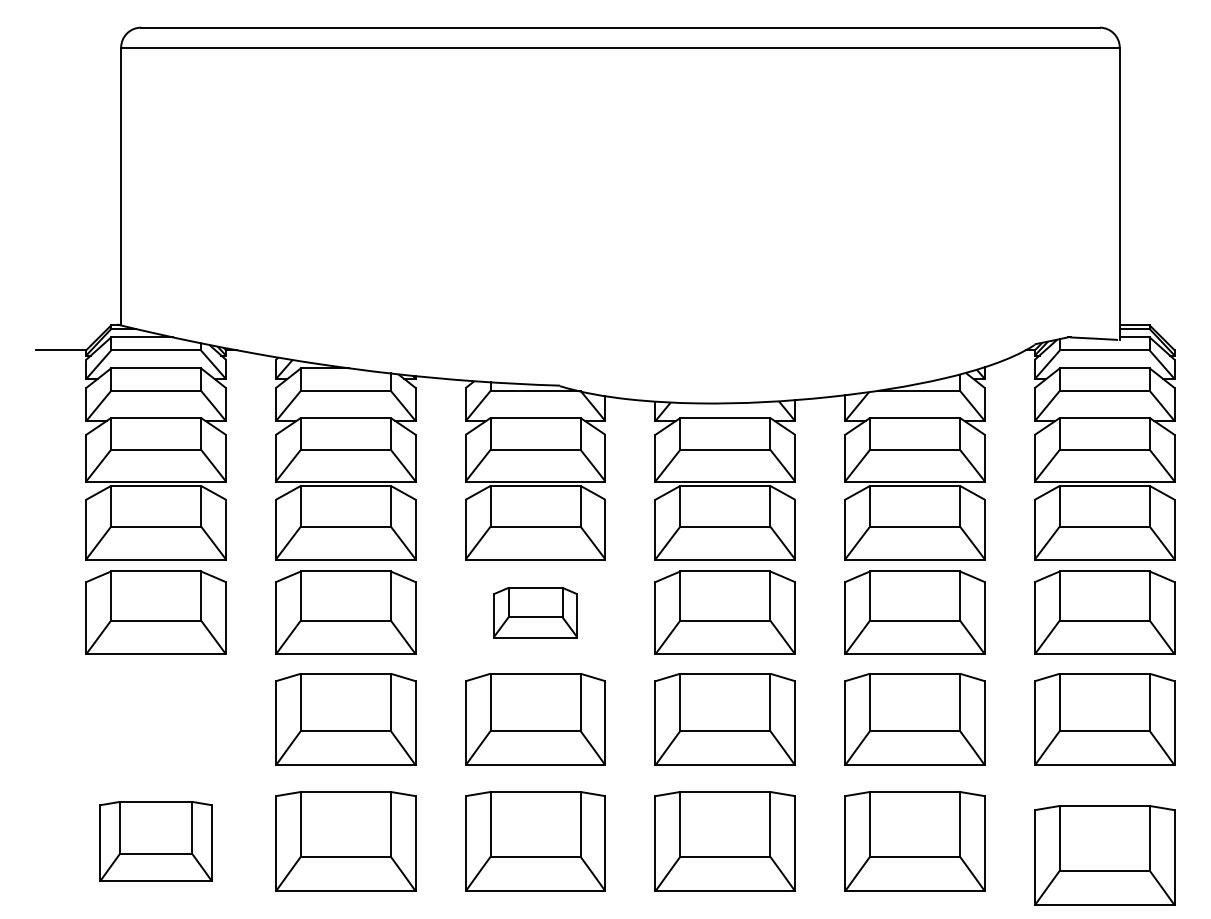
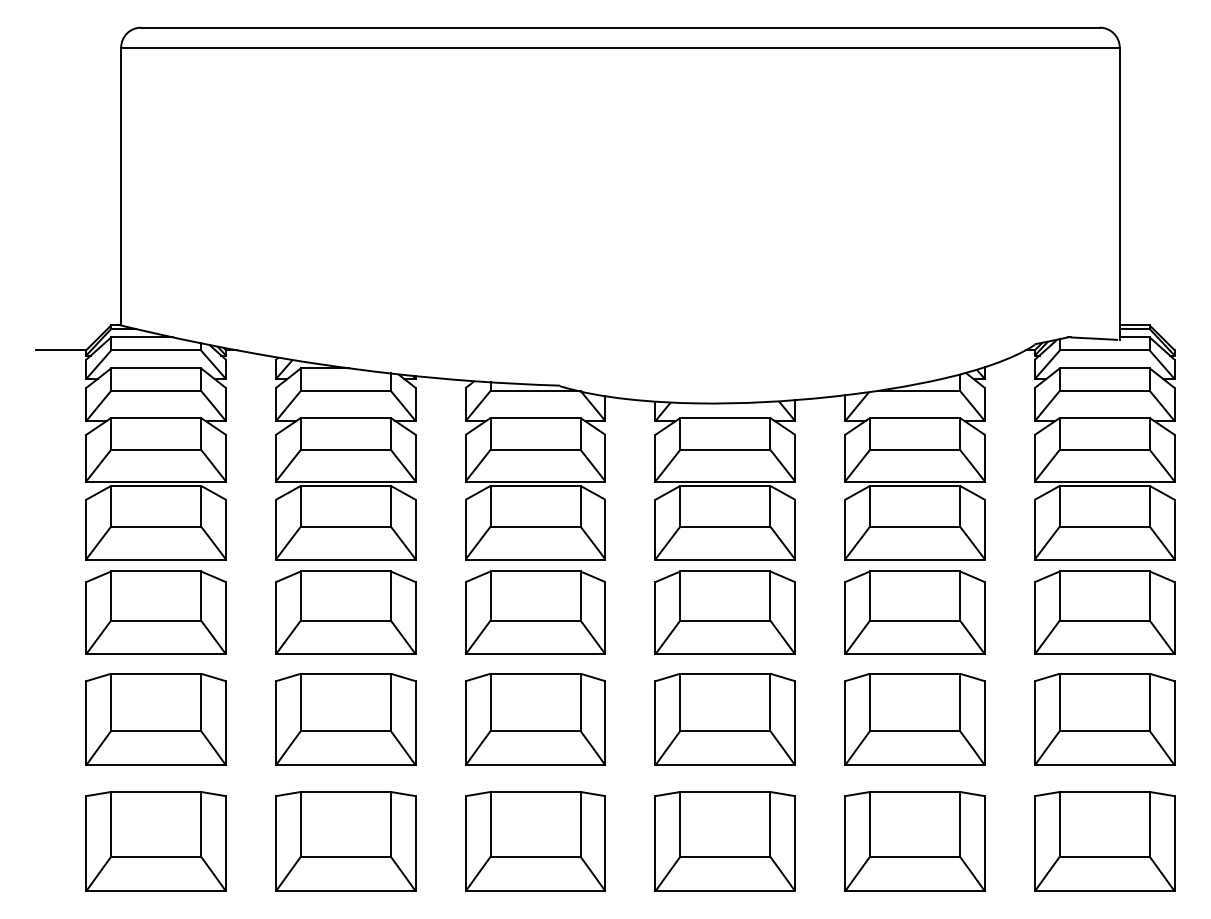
part at (535, 612) size: 85x52 px -> 141x85 px
part at (155, 719): none -> present
part at (155, 841) size: 114x81 px -> 142x101 px
part at (1104, 855) position: (1104, 855) -> (1104, 841)
